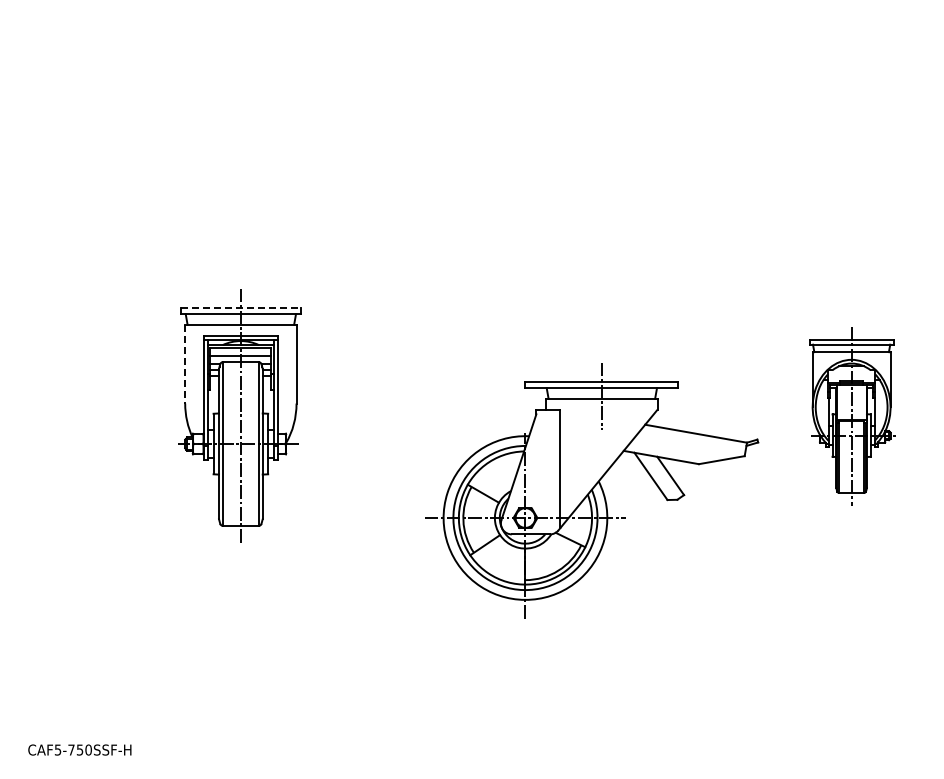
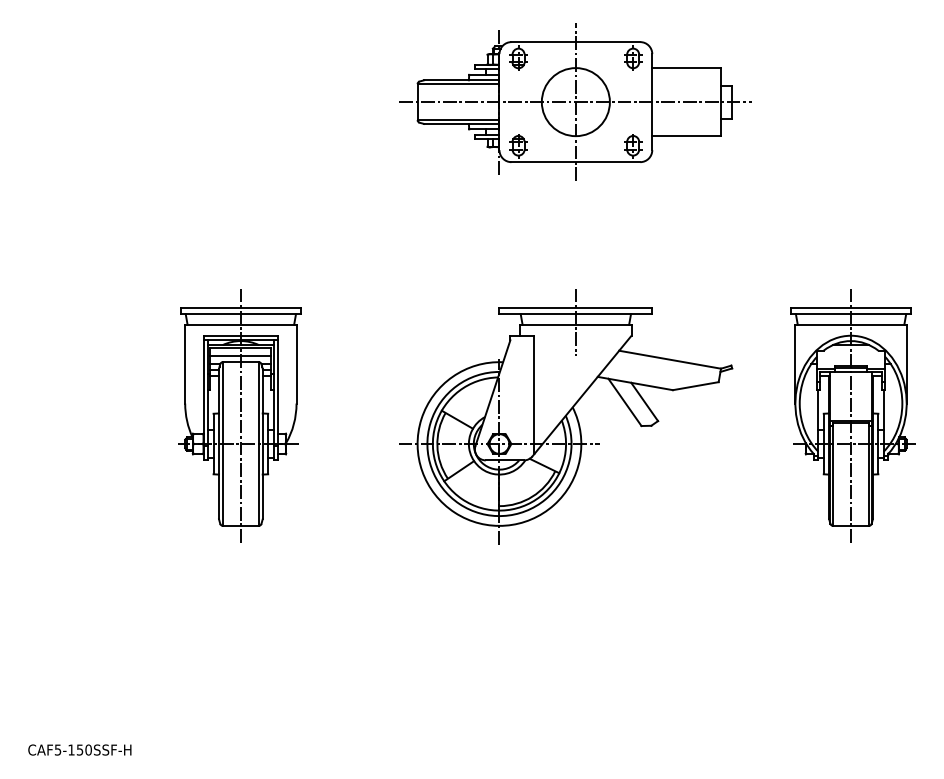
part at (575, 101): none -> present
line at (241, 307): dashed -> solid
line at (185, 364): dashed -> solid
part at (852, 416) size: 87x179 px -> 126x254 px
part at (592, 490) position: (592, 490) -> (566, 416)
text at (71, 749): CAF5-750SSF-H -> CAF5-150SSF-H
